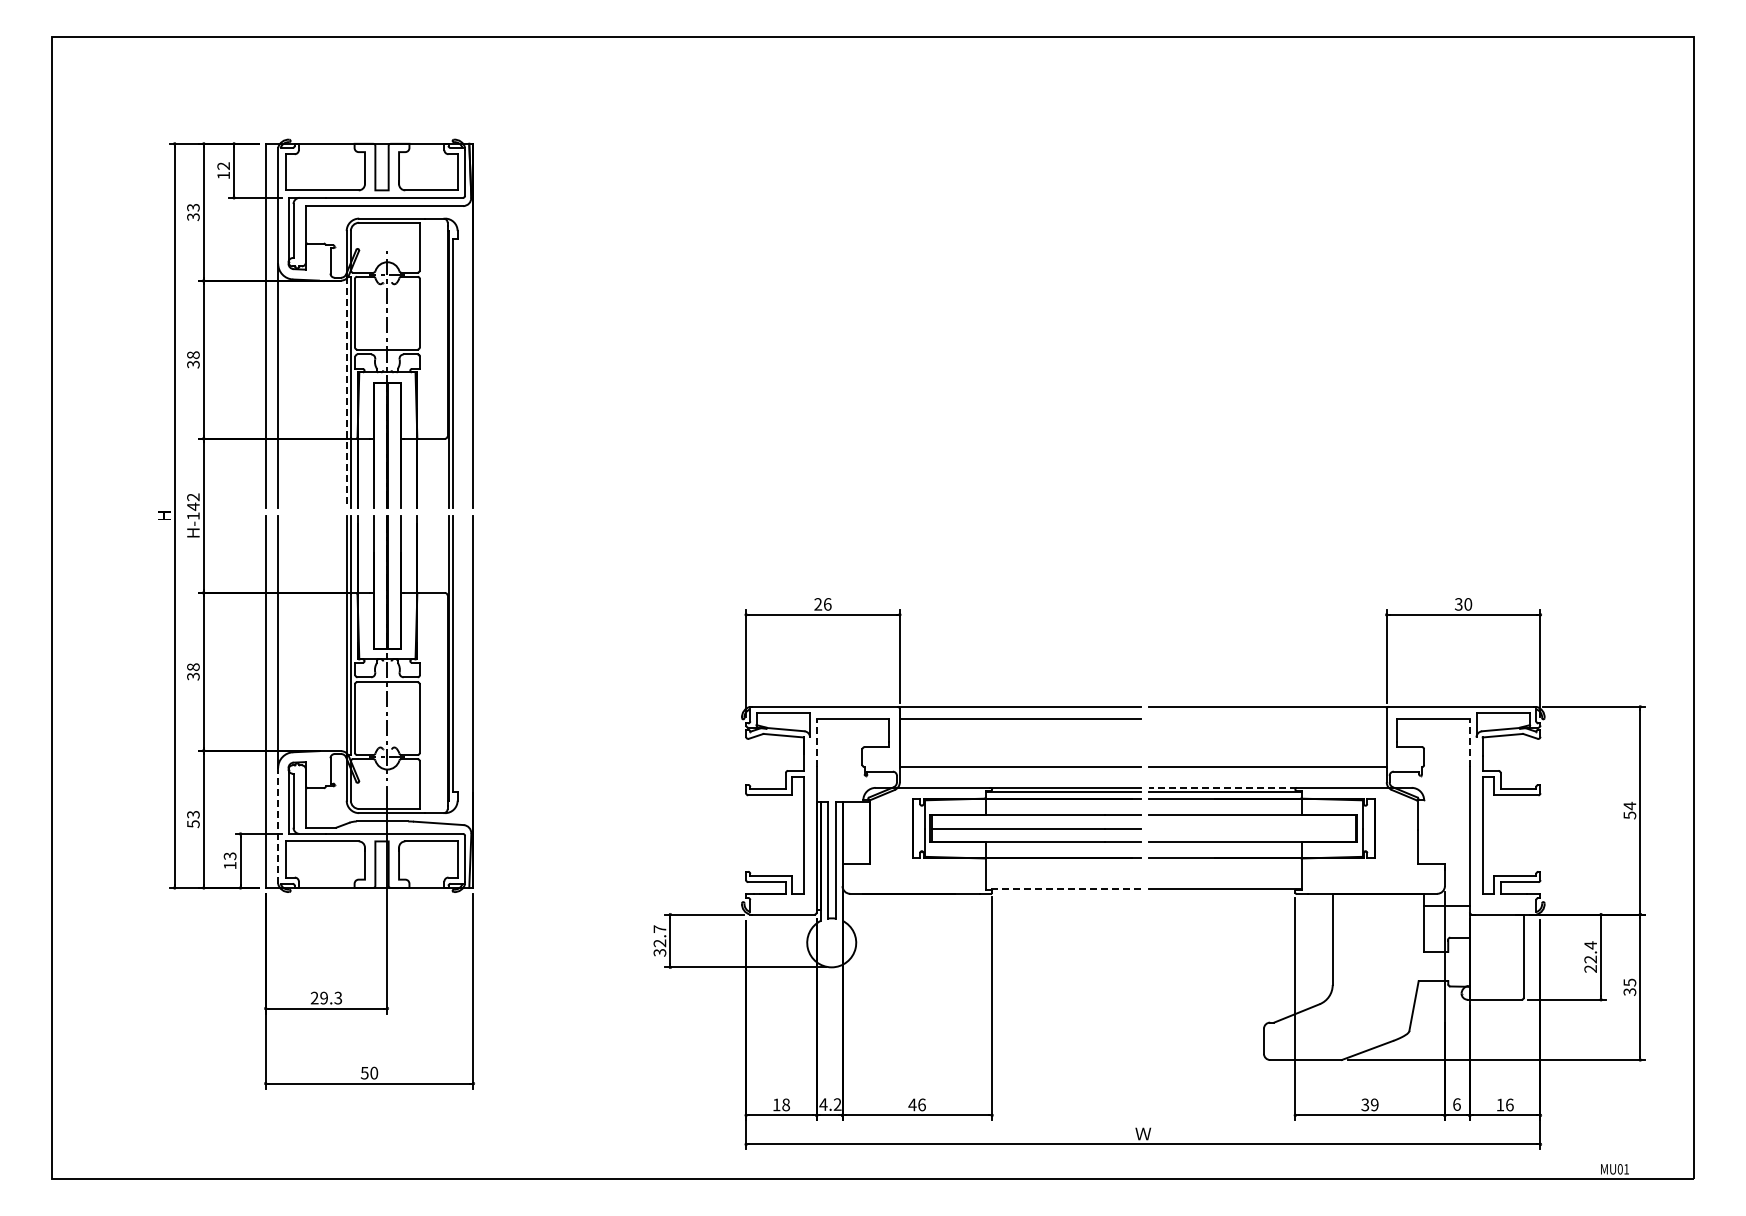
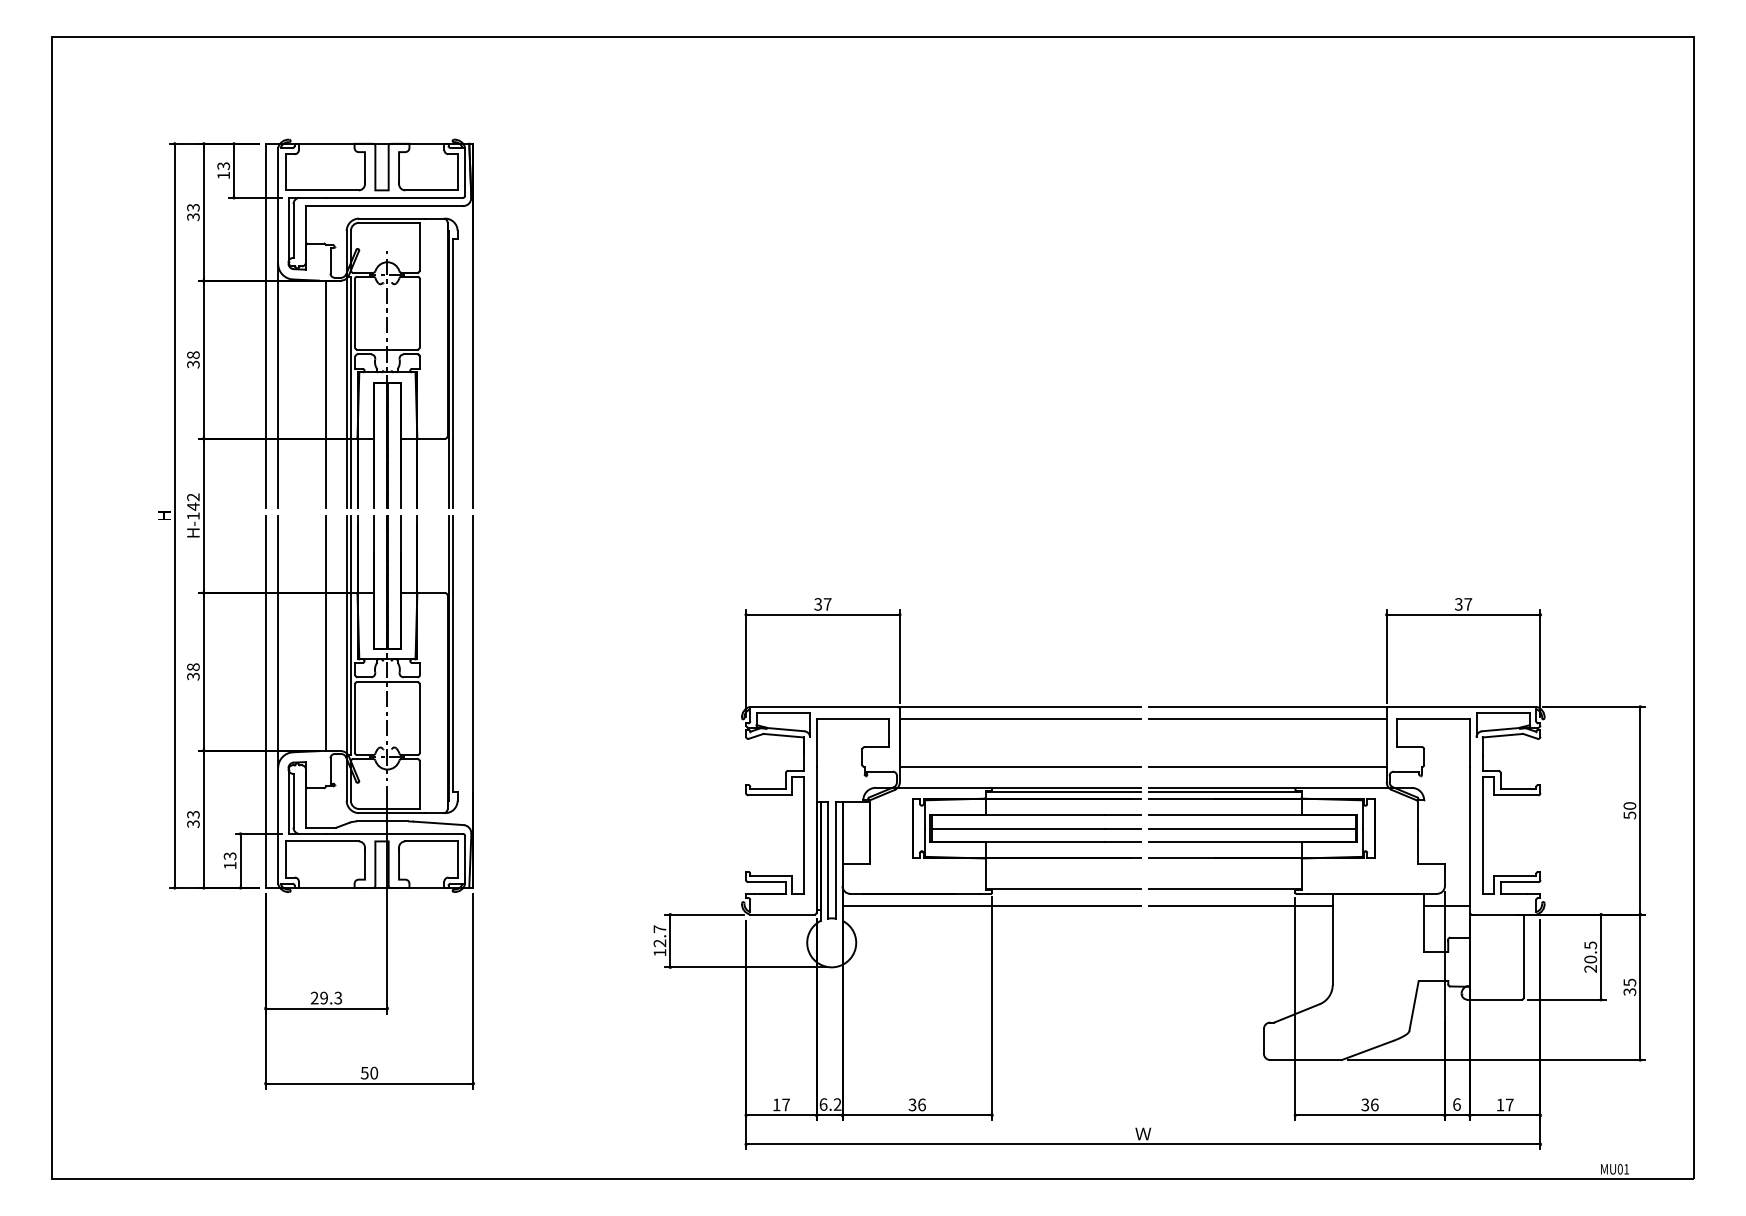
text at (223, 166): 12 -> 13
line at (346, 392): dashed -> solid
line at (325, 393): none -> present
text at (822, 604): 26 -> 37
text at (1468, 604): 30 -> 37
line at (325, 633): none -> present
line at (1267, 719): none -> present
line at (816, 743): dashed -> solid
line at (1469, 743): dashed -> solid
line at (1222, 787): dashed -> solid
text at (1629, 805): 54 -> 50
text at (192, 823): 53 -> 33
line at (278, 825): dashed -> solid
line at (1251, 828): none -> present
line at (1062, 888): dashed -> solid
line at (991, 906): none -> present
line at (1240, 906): none -> present
text at (659, 952): 32.7 -> 12.7
text at (1590, 952): 22.4 -> 20.5
text at (785, 1104): 18 -> 17
text at (823, 1104): 4.2 -> 6.2
text at (912, 1104): 46 -> 36
text at (1374, 1104): 39 -> 36
text at (1509, 1104): 16 -> 17
